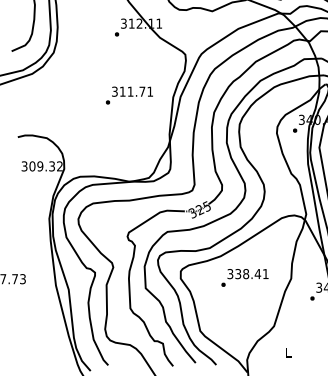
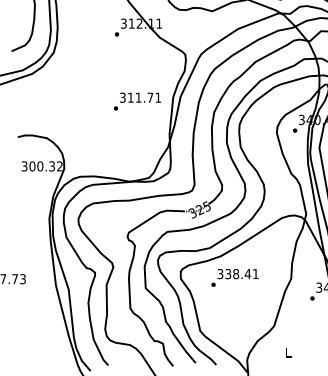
text at (129, 95) position: (129, 95) -> (137, 101)
text at (40, 166): 309.32 -> 300.32
text at (244, 277) position: (244, 277) -> (234, 277)
